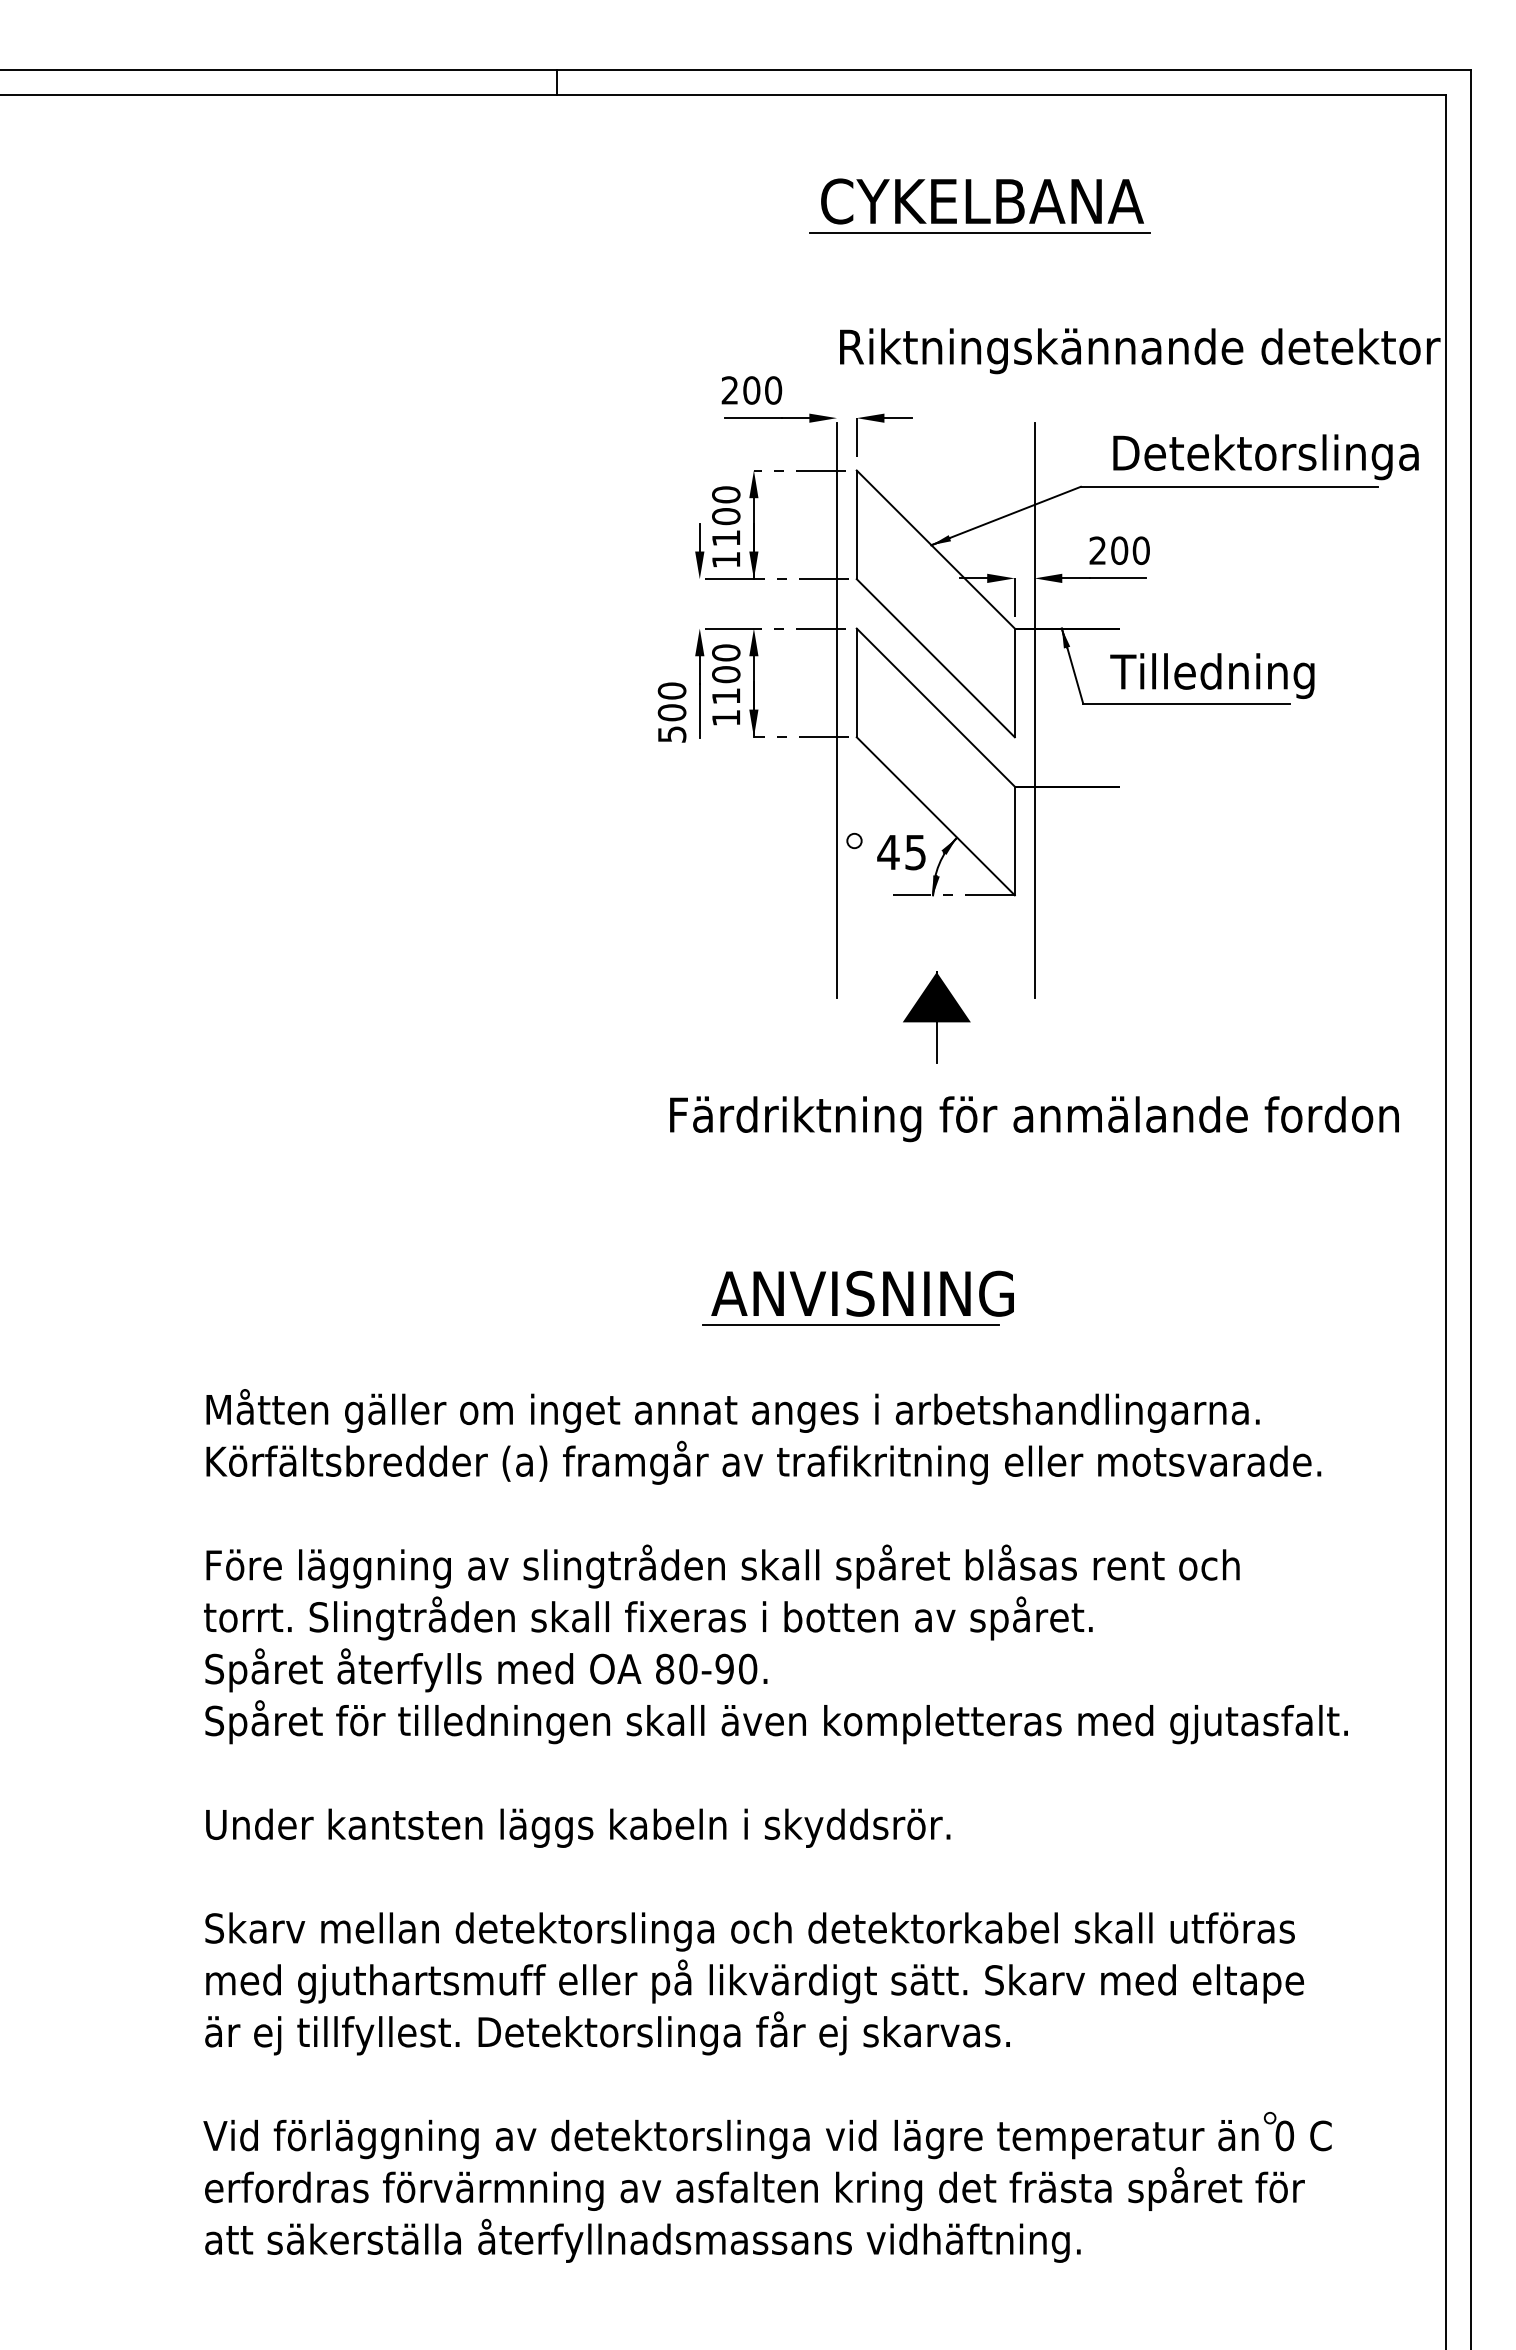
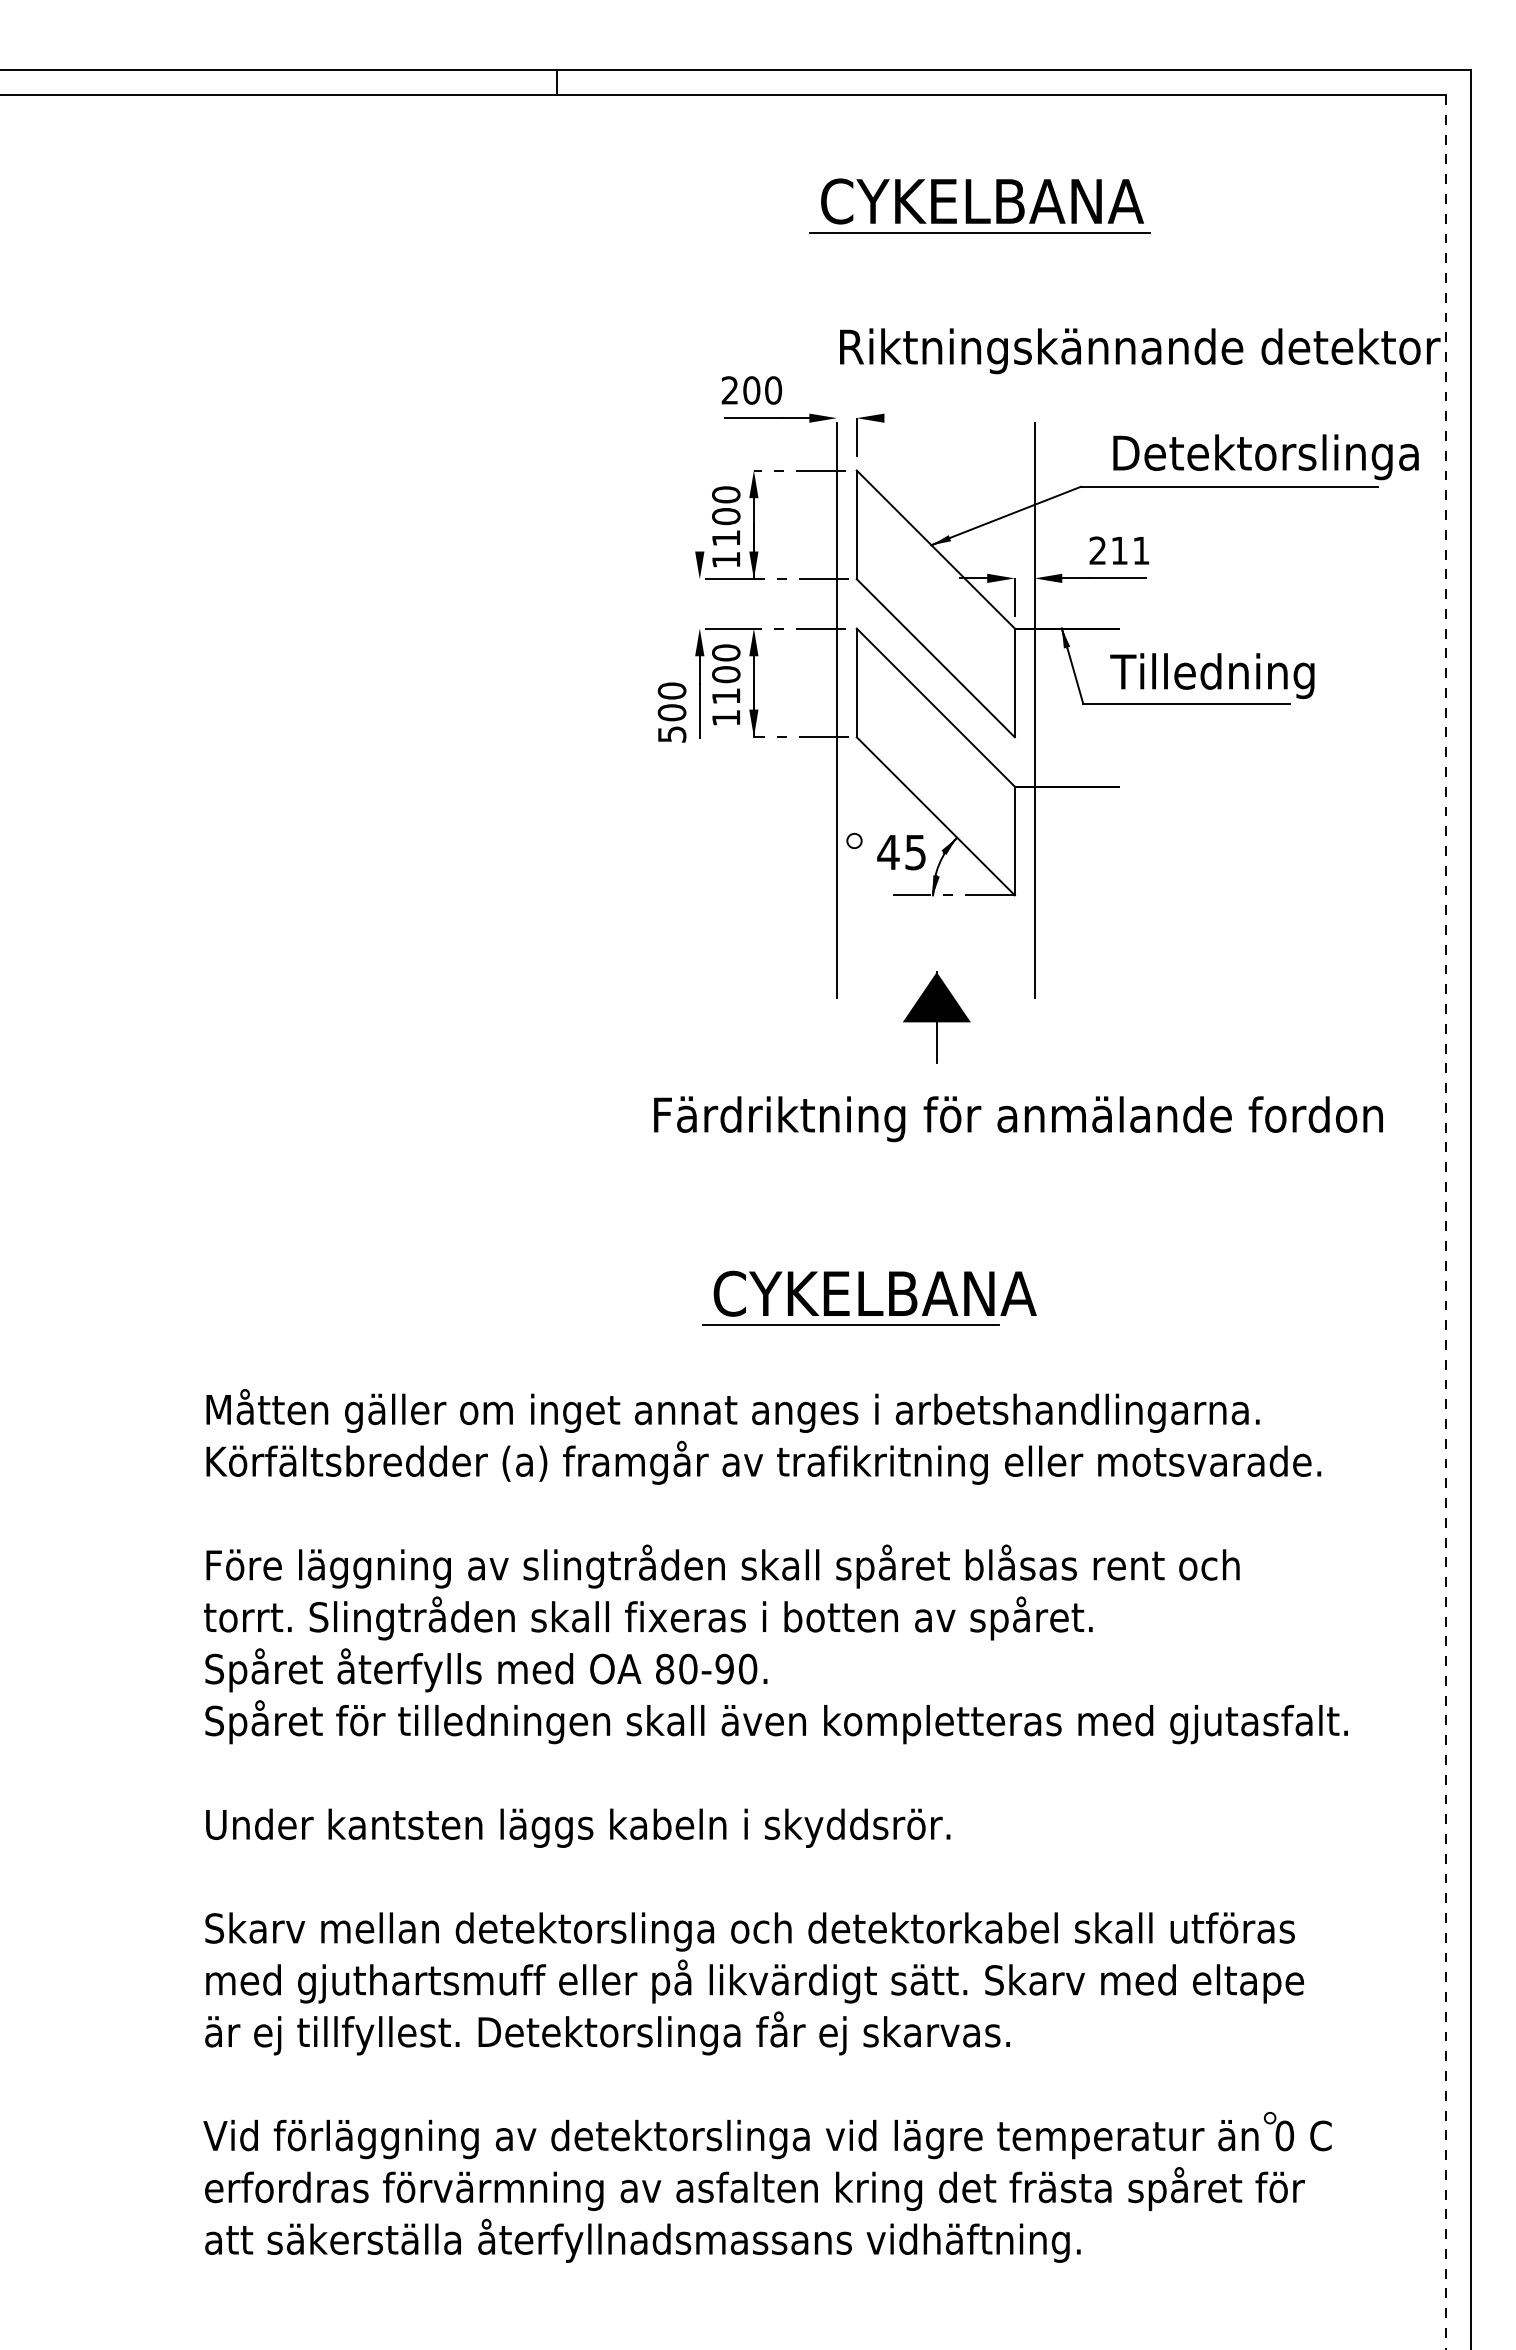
line at (898, 418): present -> none
line at (699, 537): present -> none
text at (1130, 550): 200 -> 211
text at (1034, 1119) position: (1034, 1119) -> (1018, 1119)
line at (1445, 1222): solid -> dashed
text at (873, 1293): ANVISNING -> CYKELBANA
